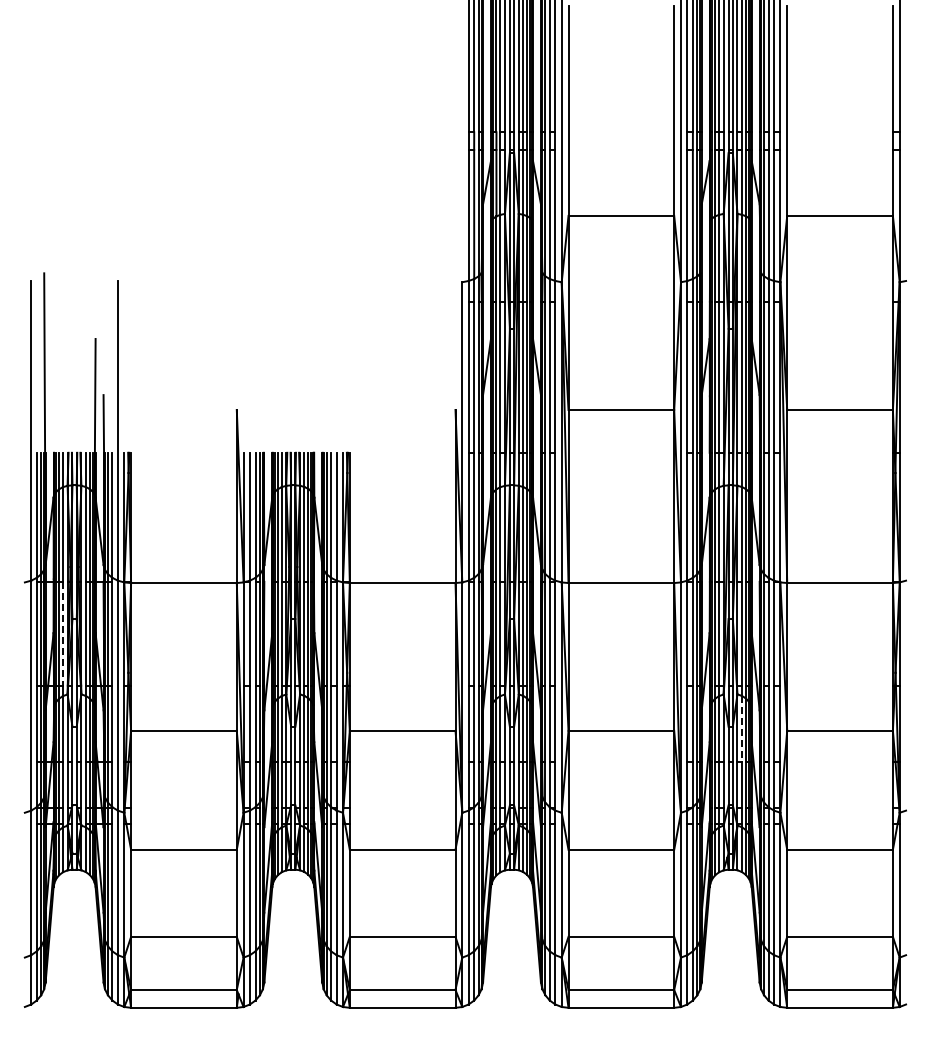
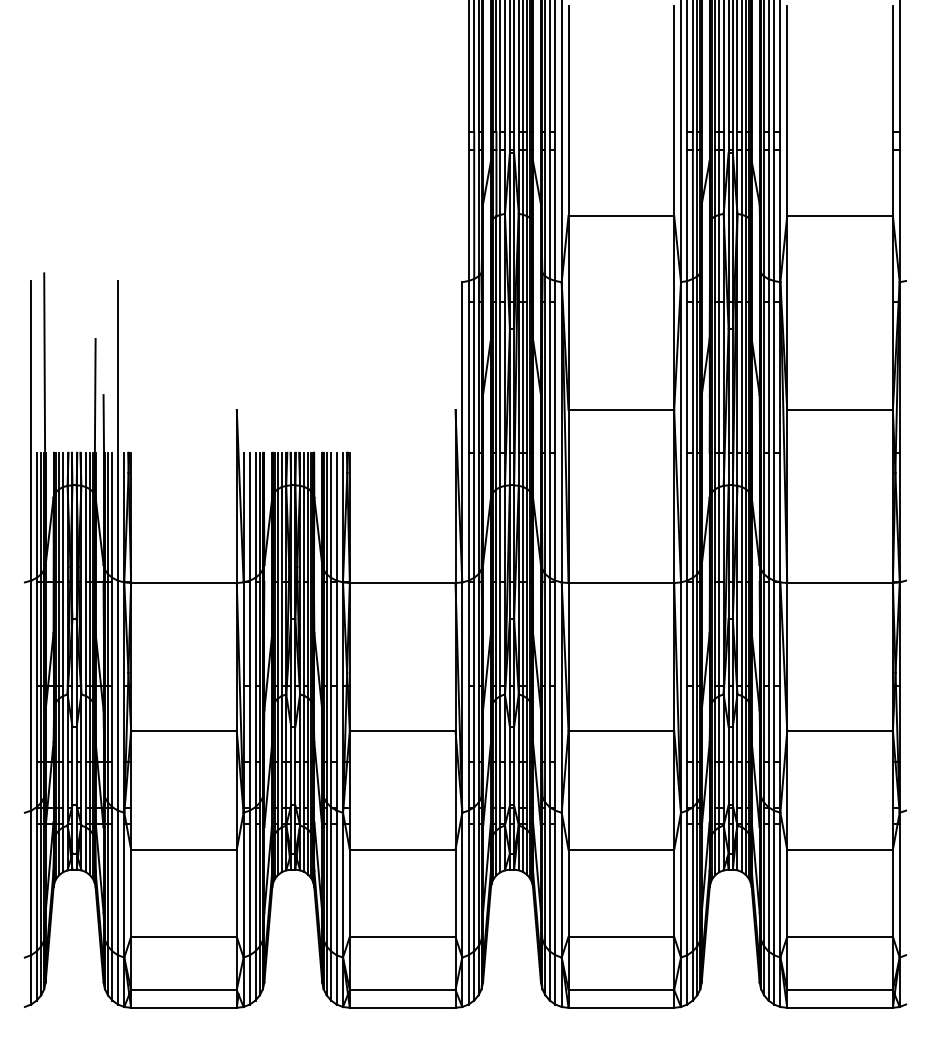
line at (63, 633): dashed -> solid
line at (741, 728): dashed -> solid
